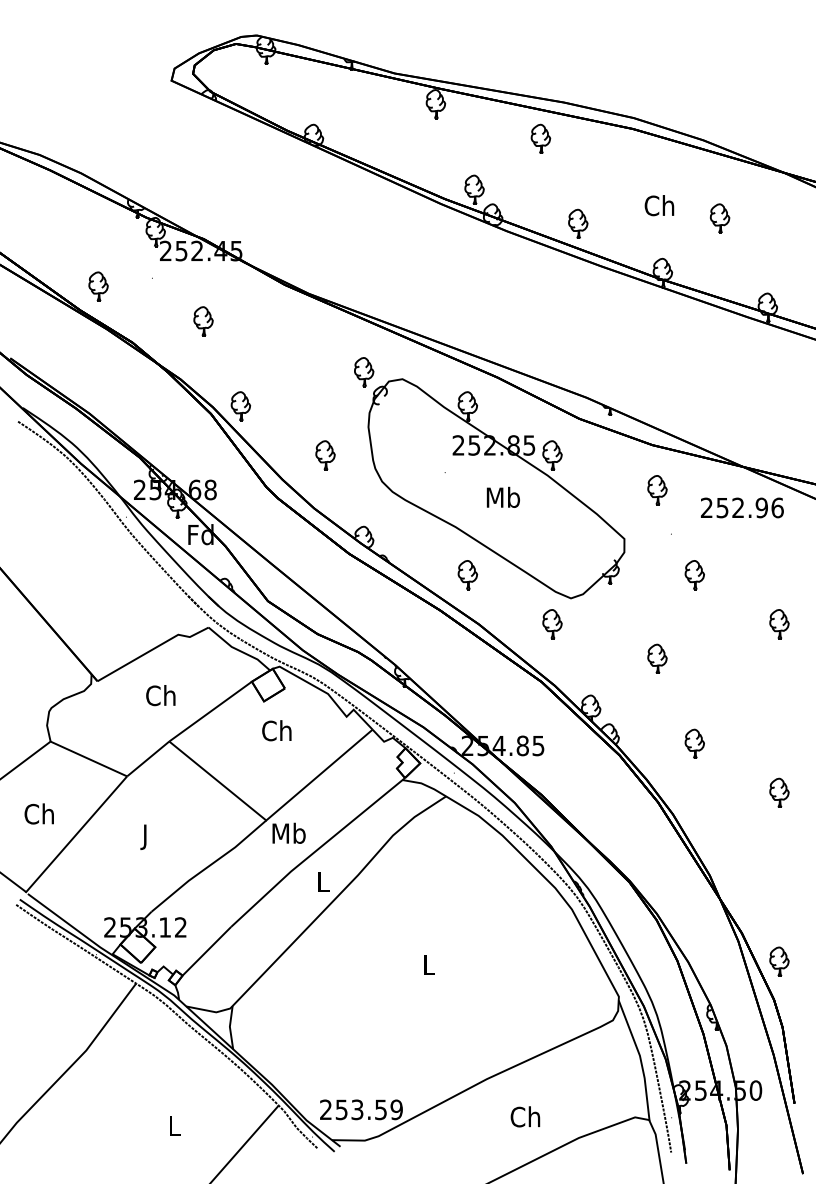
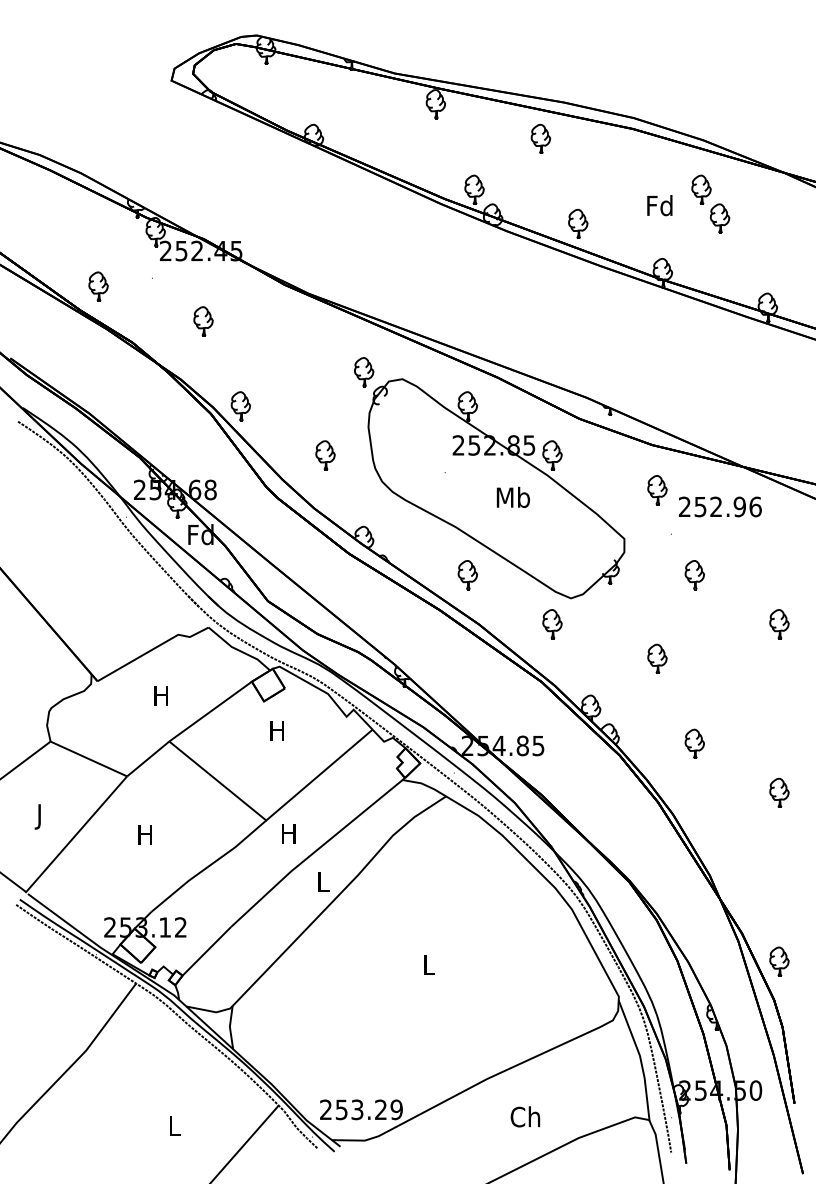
part at (701, 189): none -> present
text at (659, 205): Ch -> Fd
text at (502, 496) position: (502, 496) -> (512, 496)
text at (742, 507) position: (742, 507) -> (720, 506)
text at (160, 695): Ch -> H
text at (276, 730): Ch -> H
text at (38, 816): Ch -> J
text at (288, 832): Mb -> H
text at (144, 836): J -> H
text at (380, 1109): 253.59 -> 253.29
